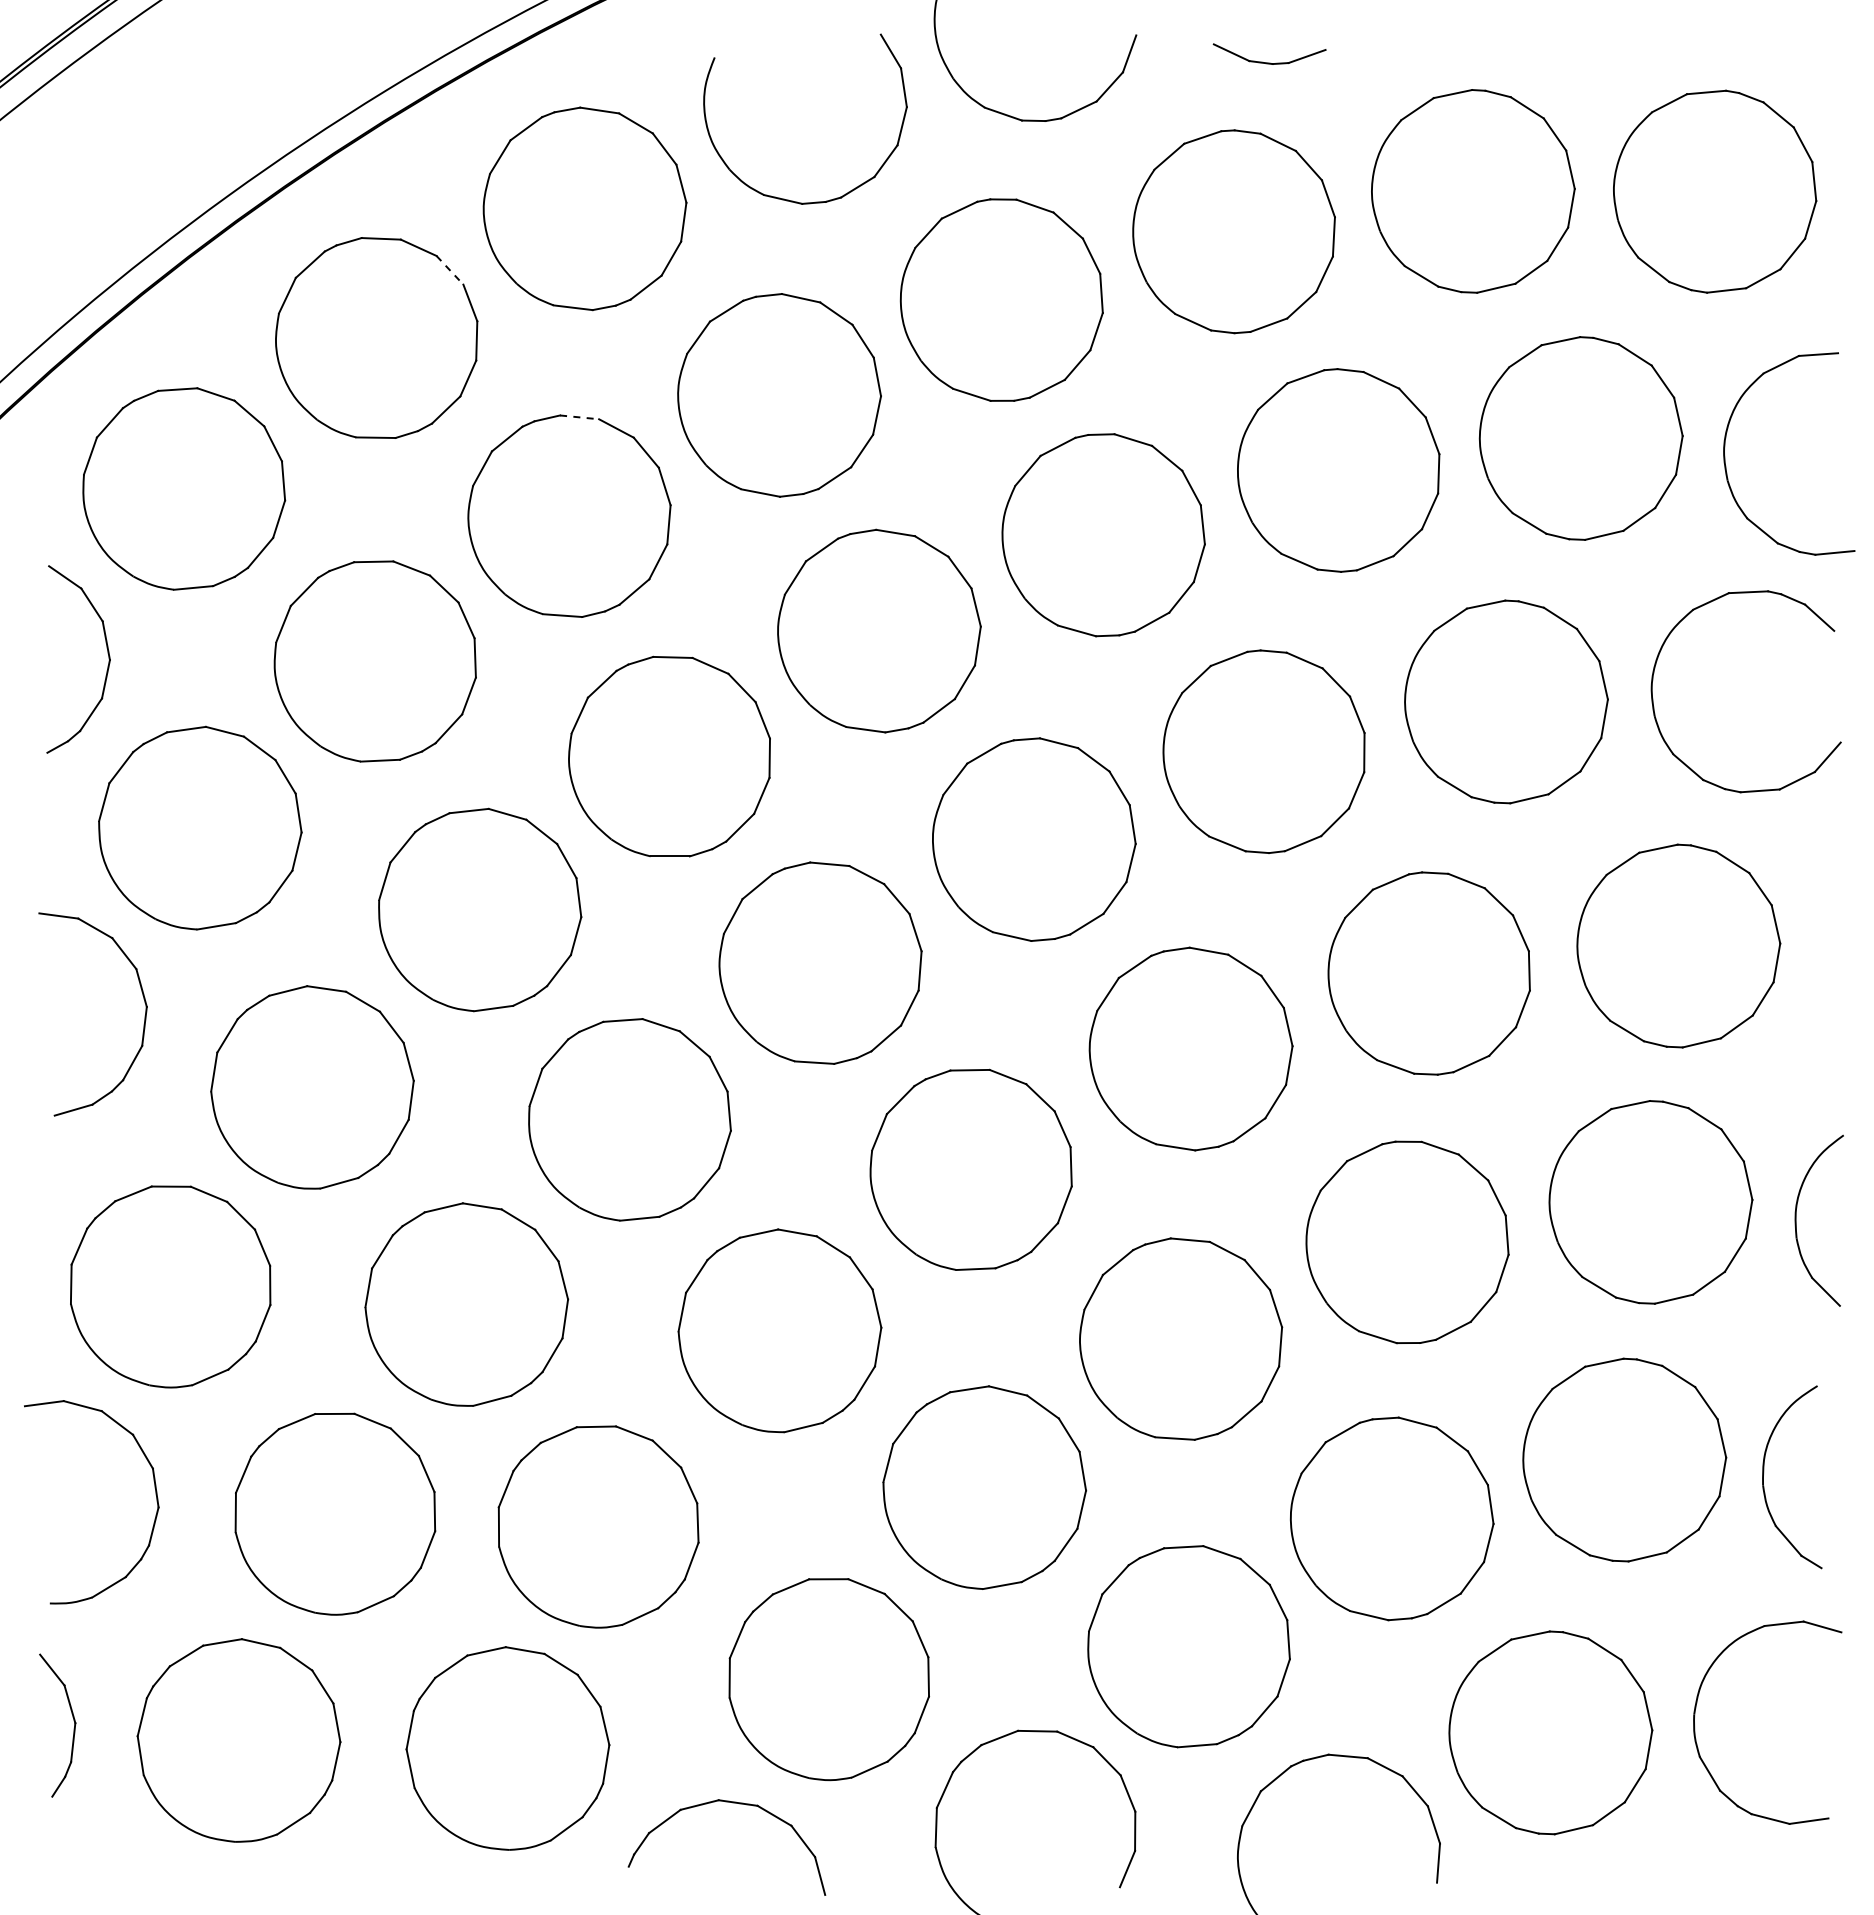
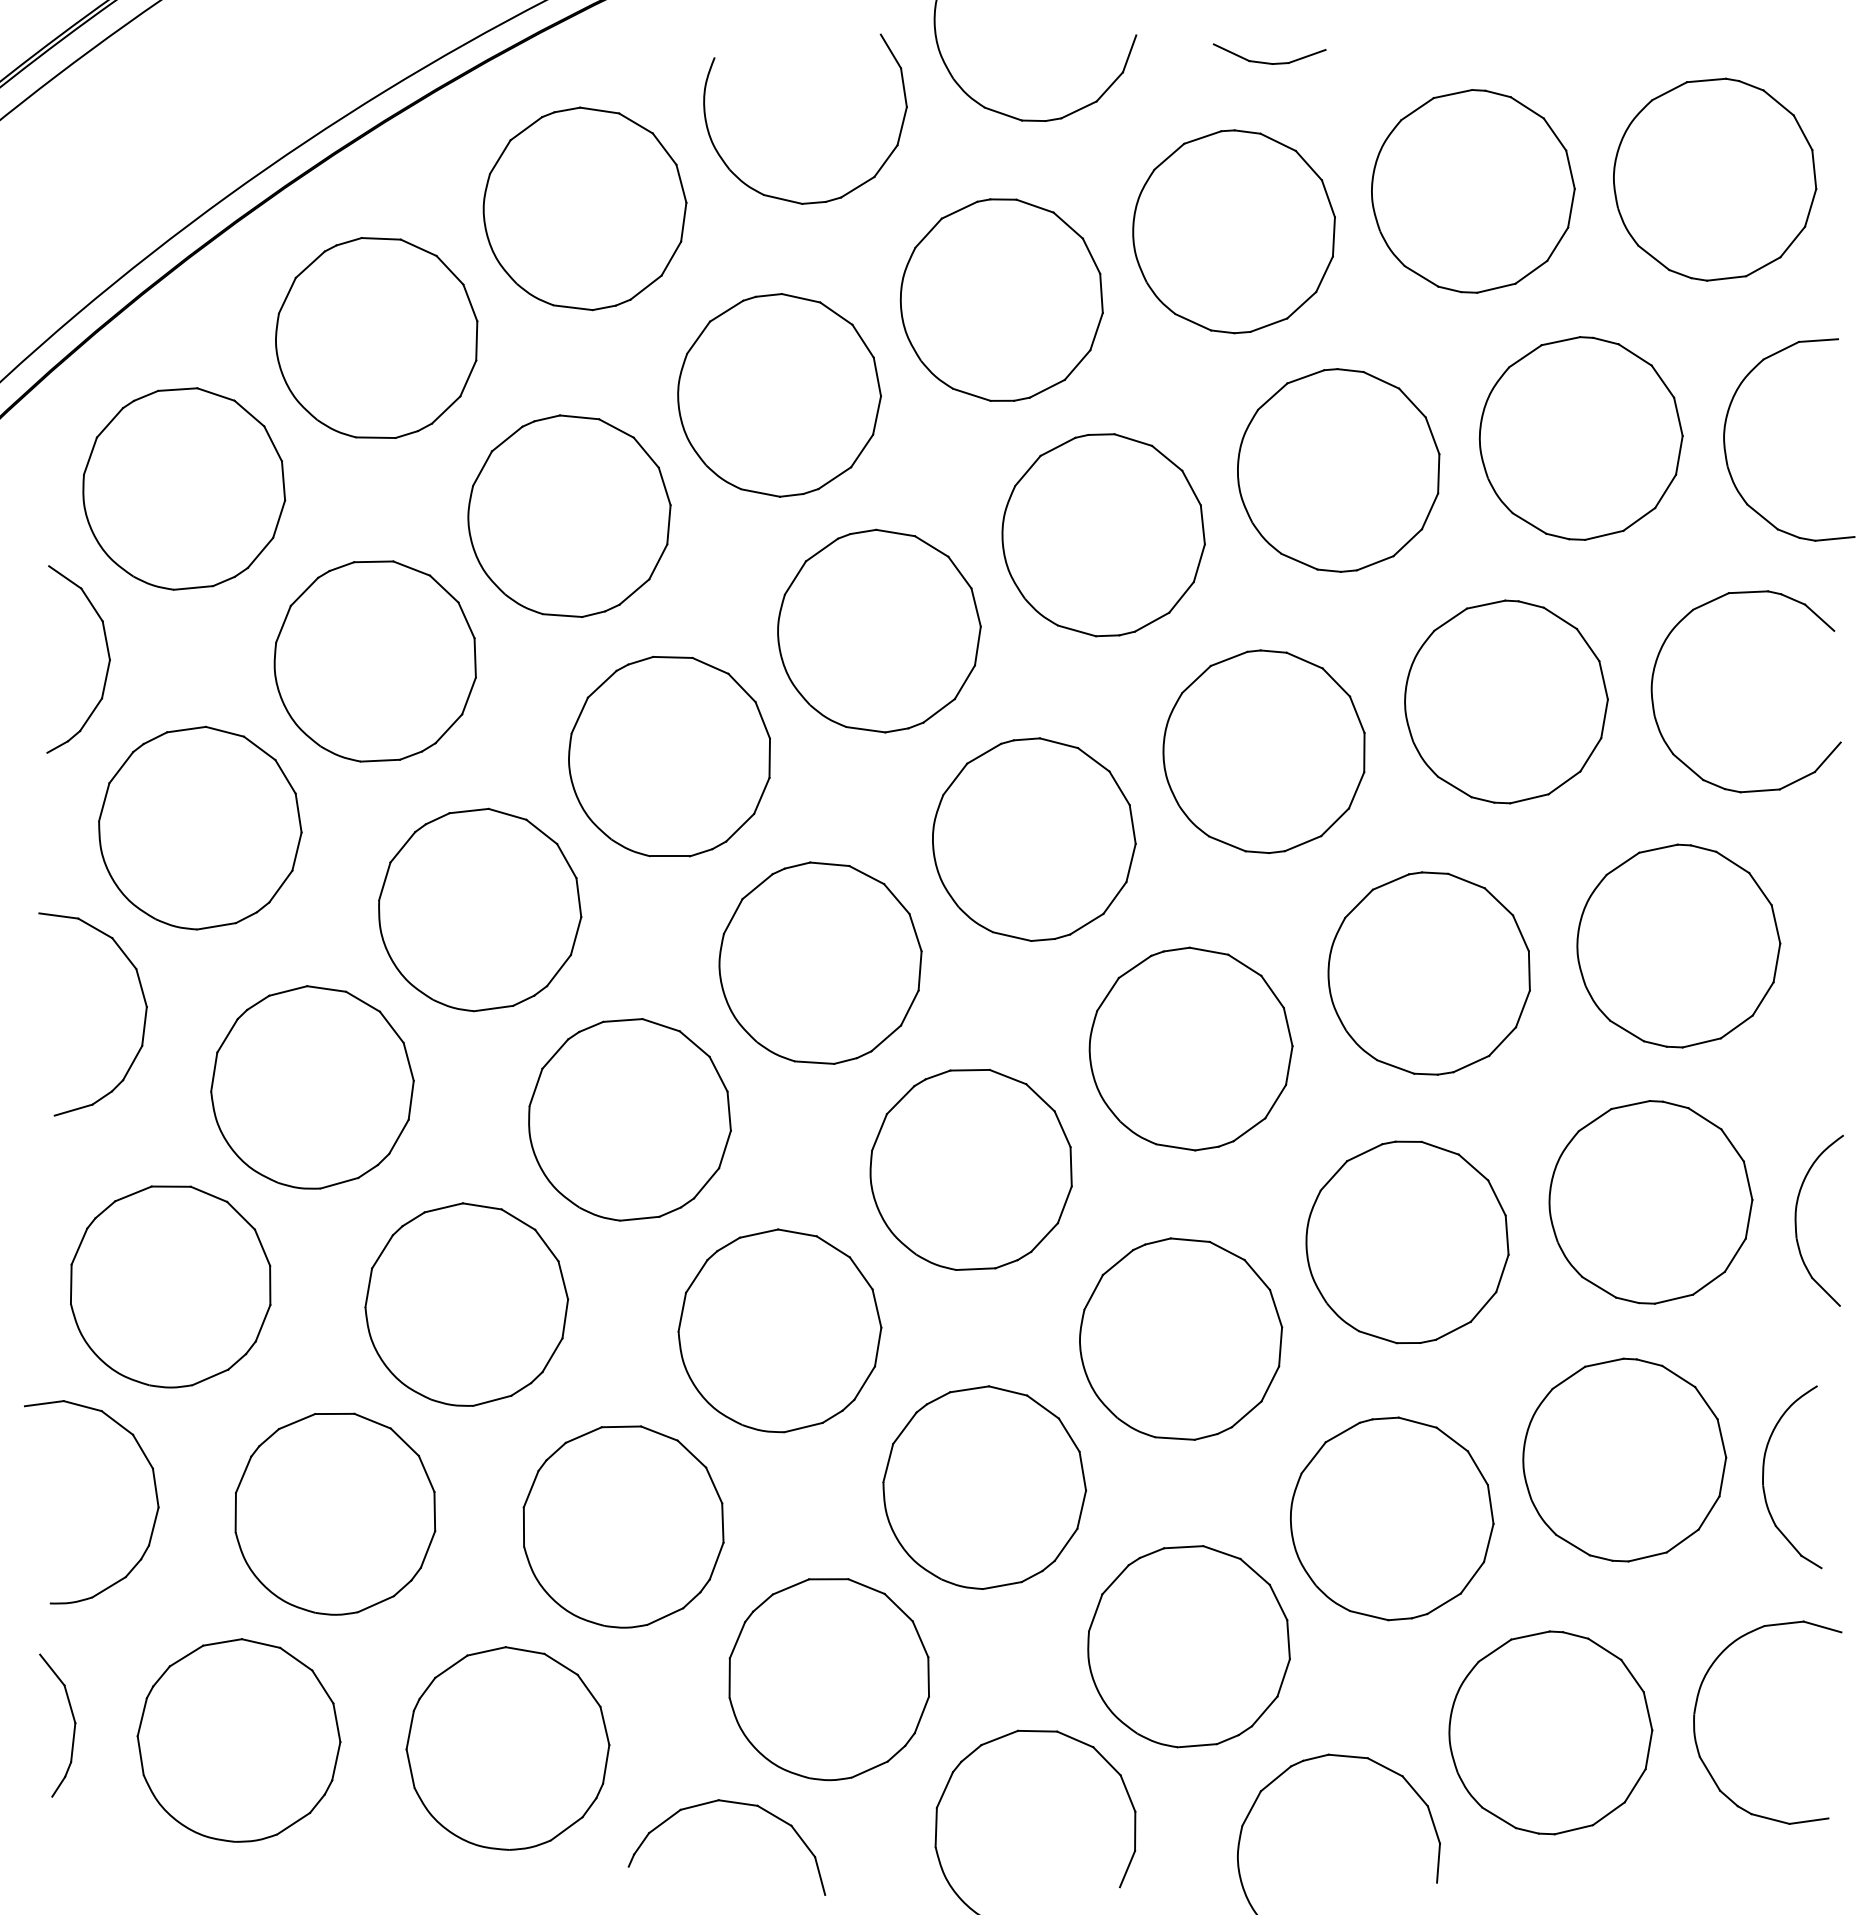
part at (1715, 191) position: (1715, 191) -> (1715, 179)
line at (449, 270): dashed -> solid
line at (579, 417): dashed -> solid
part at (1725, 456) position: (1725, 456) -> (1725, 442)
part at (598, 1526) position: (598, 1526) -> (623, 1526)
